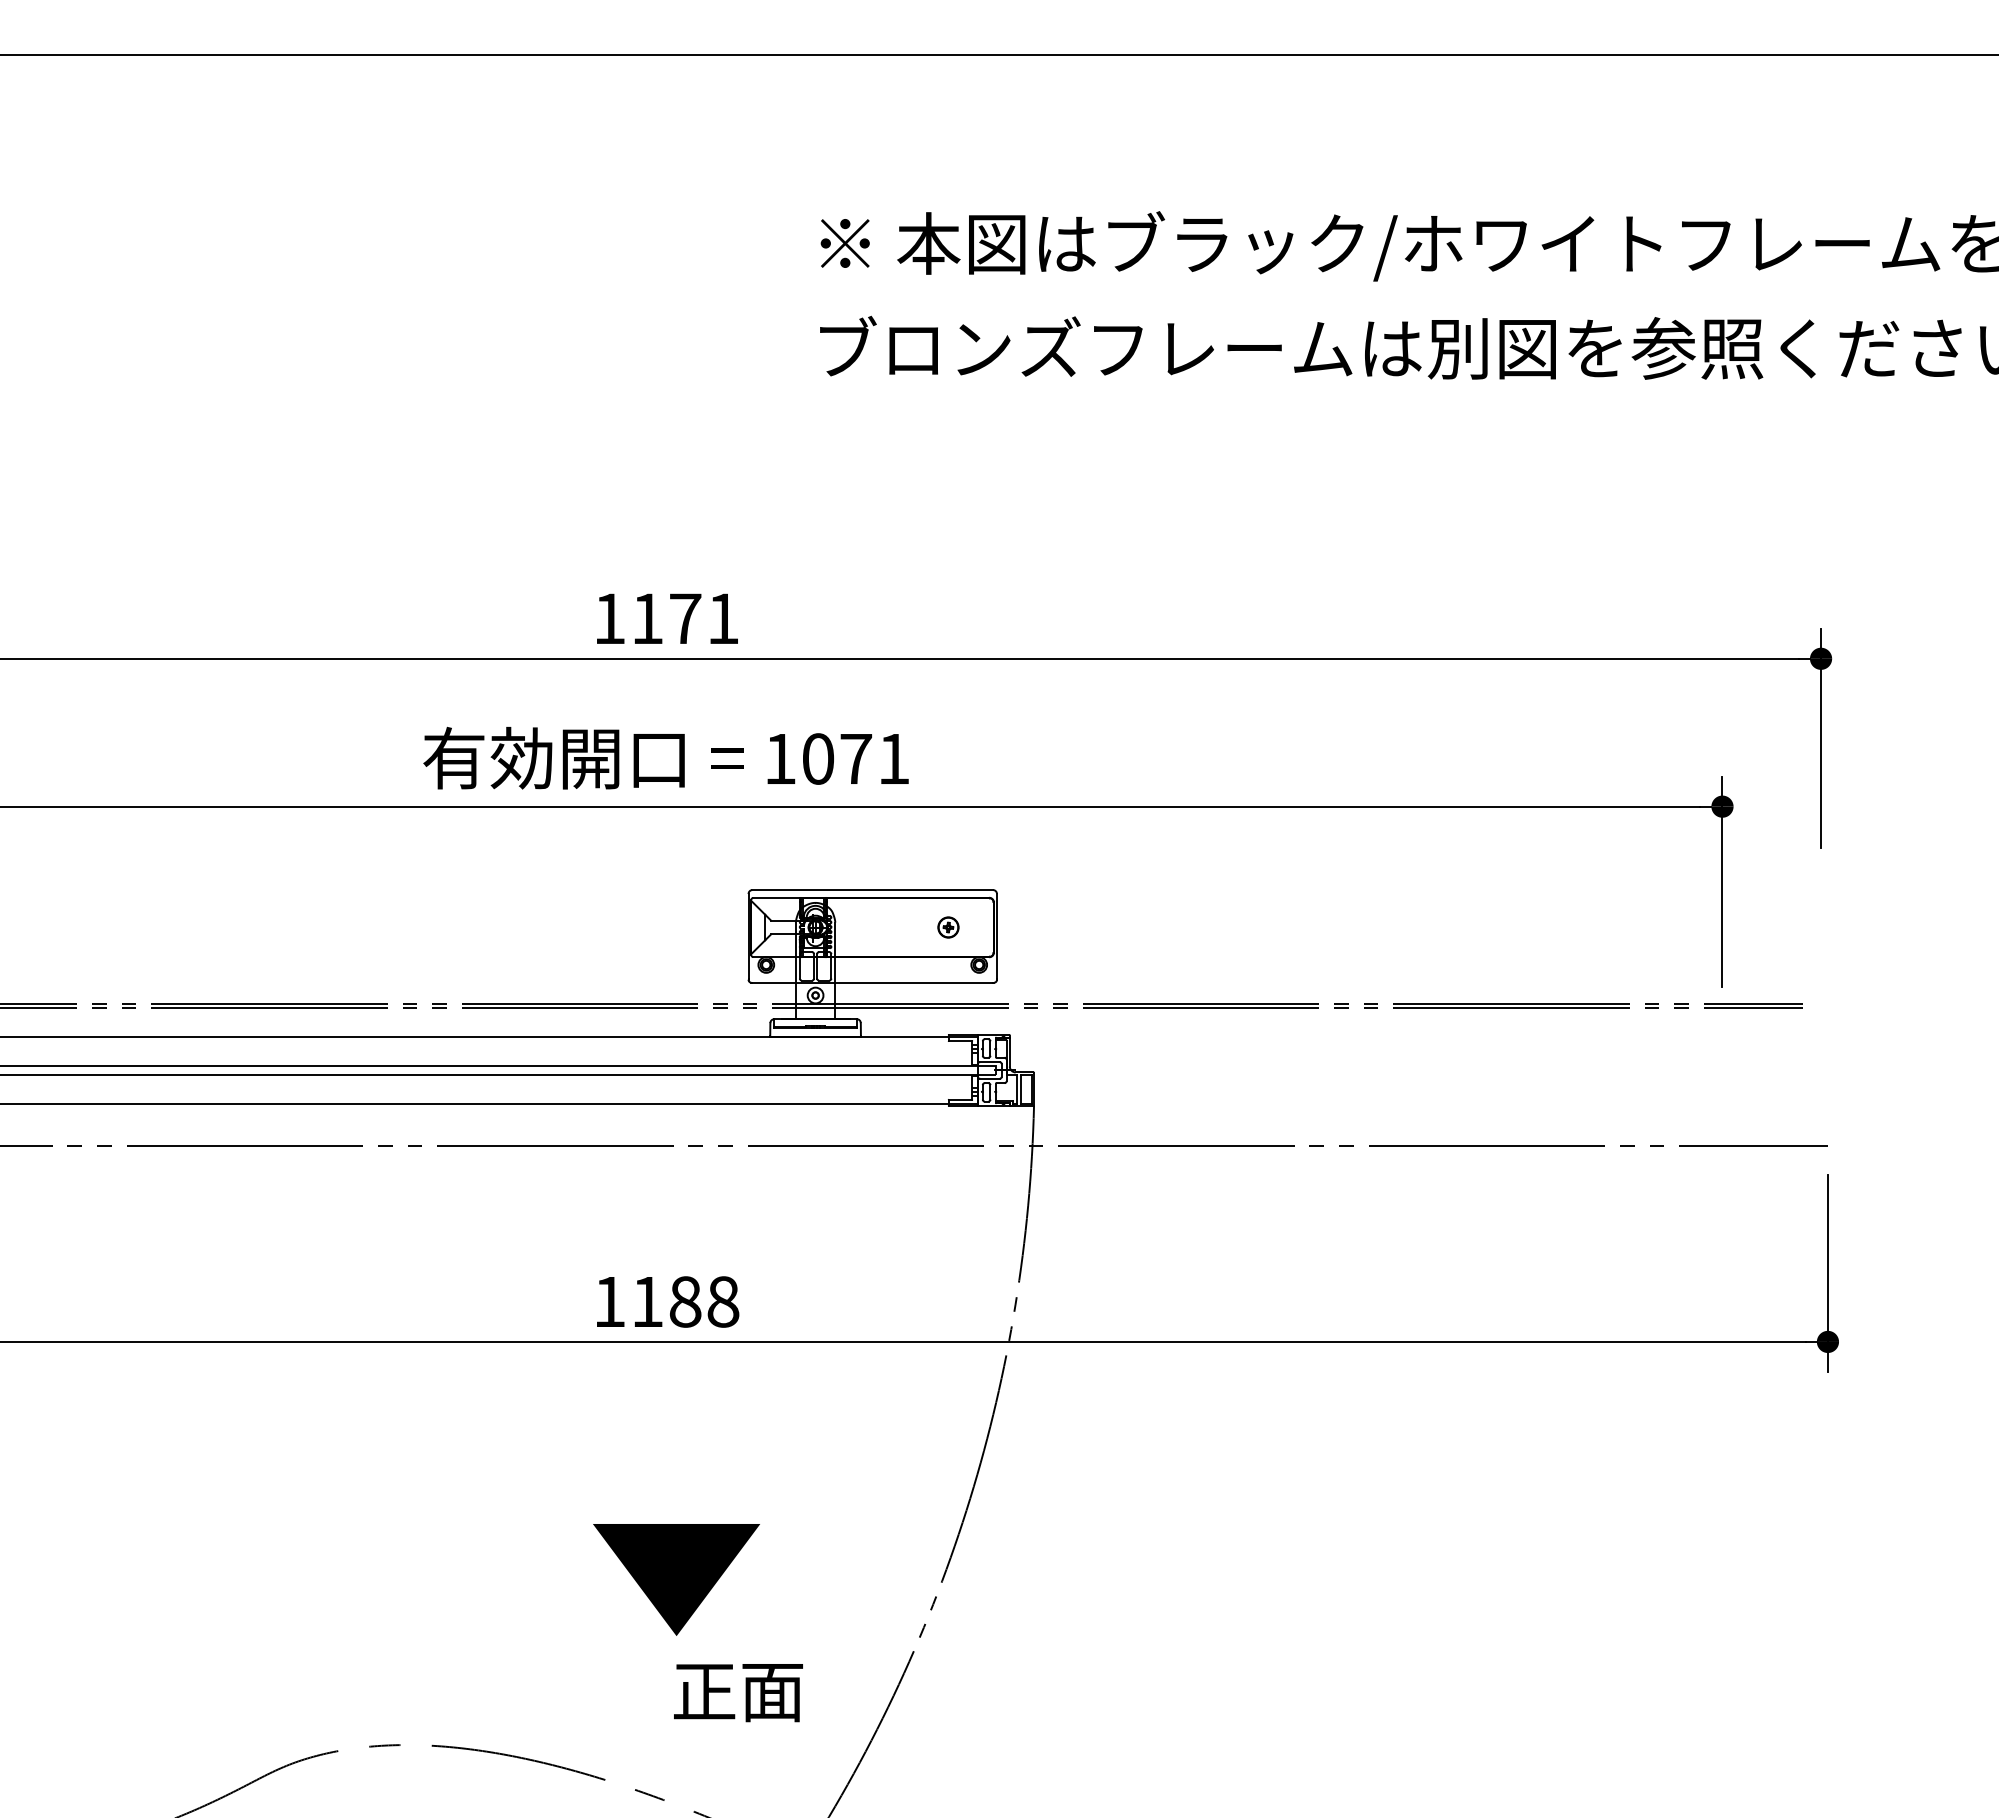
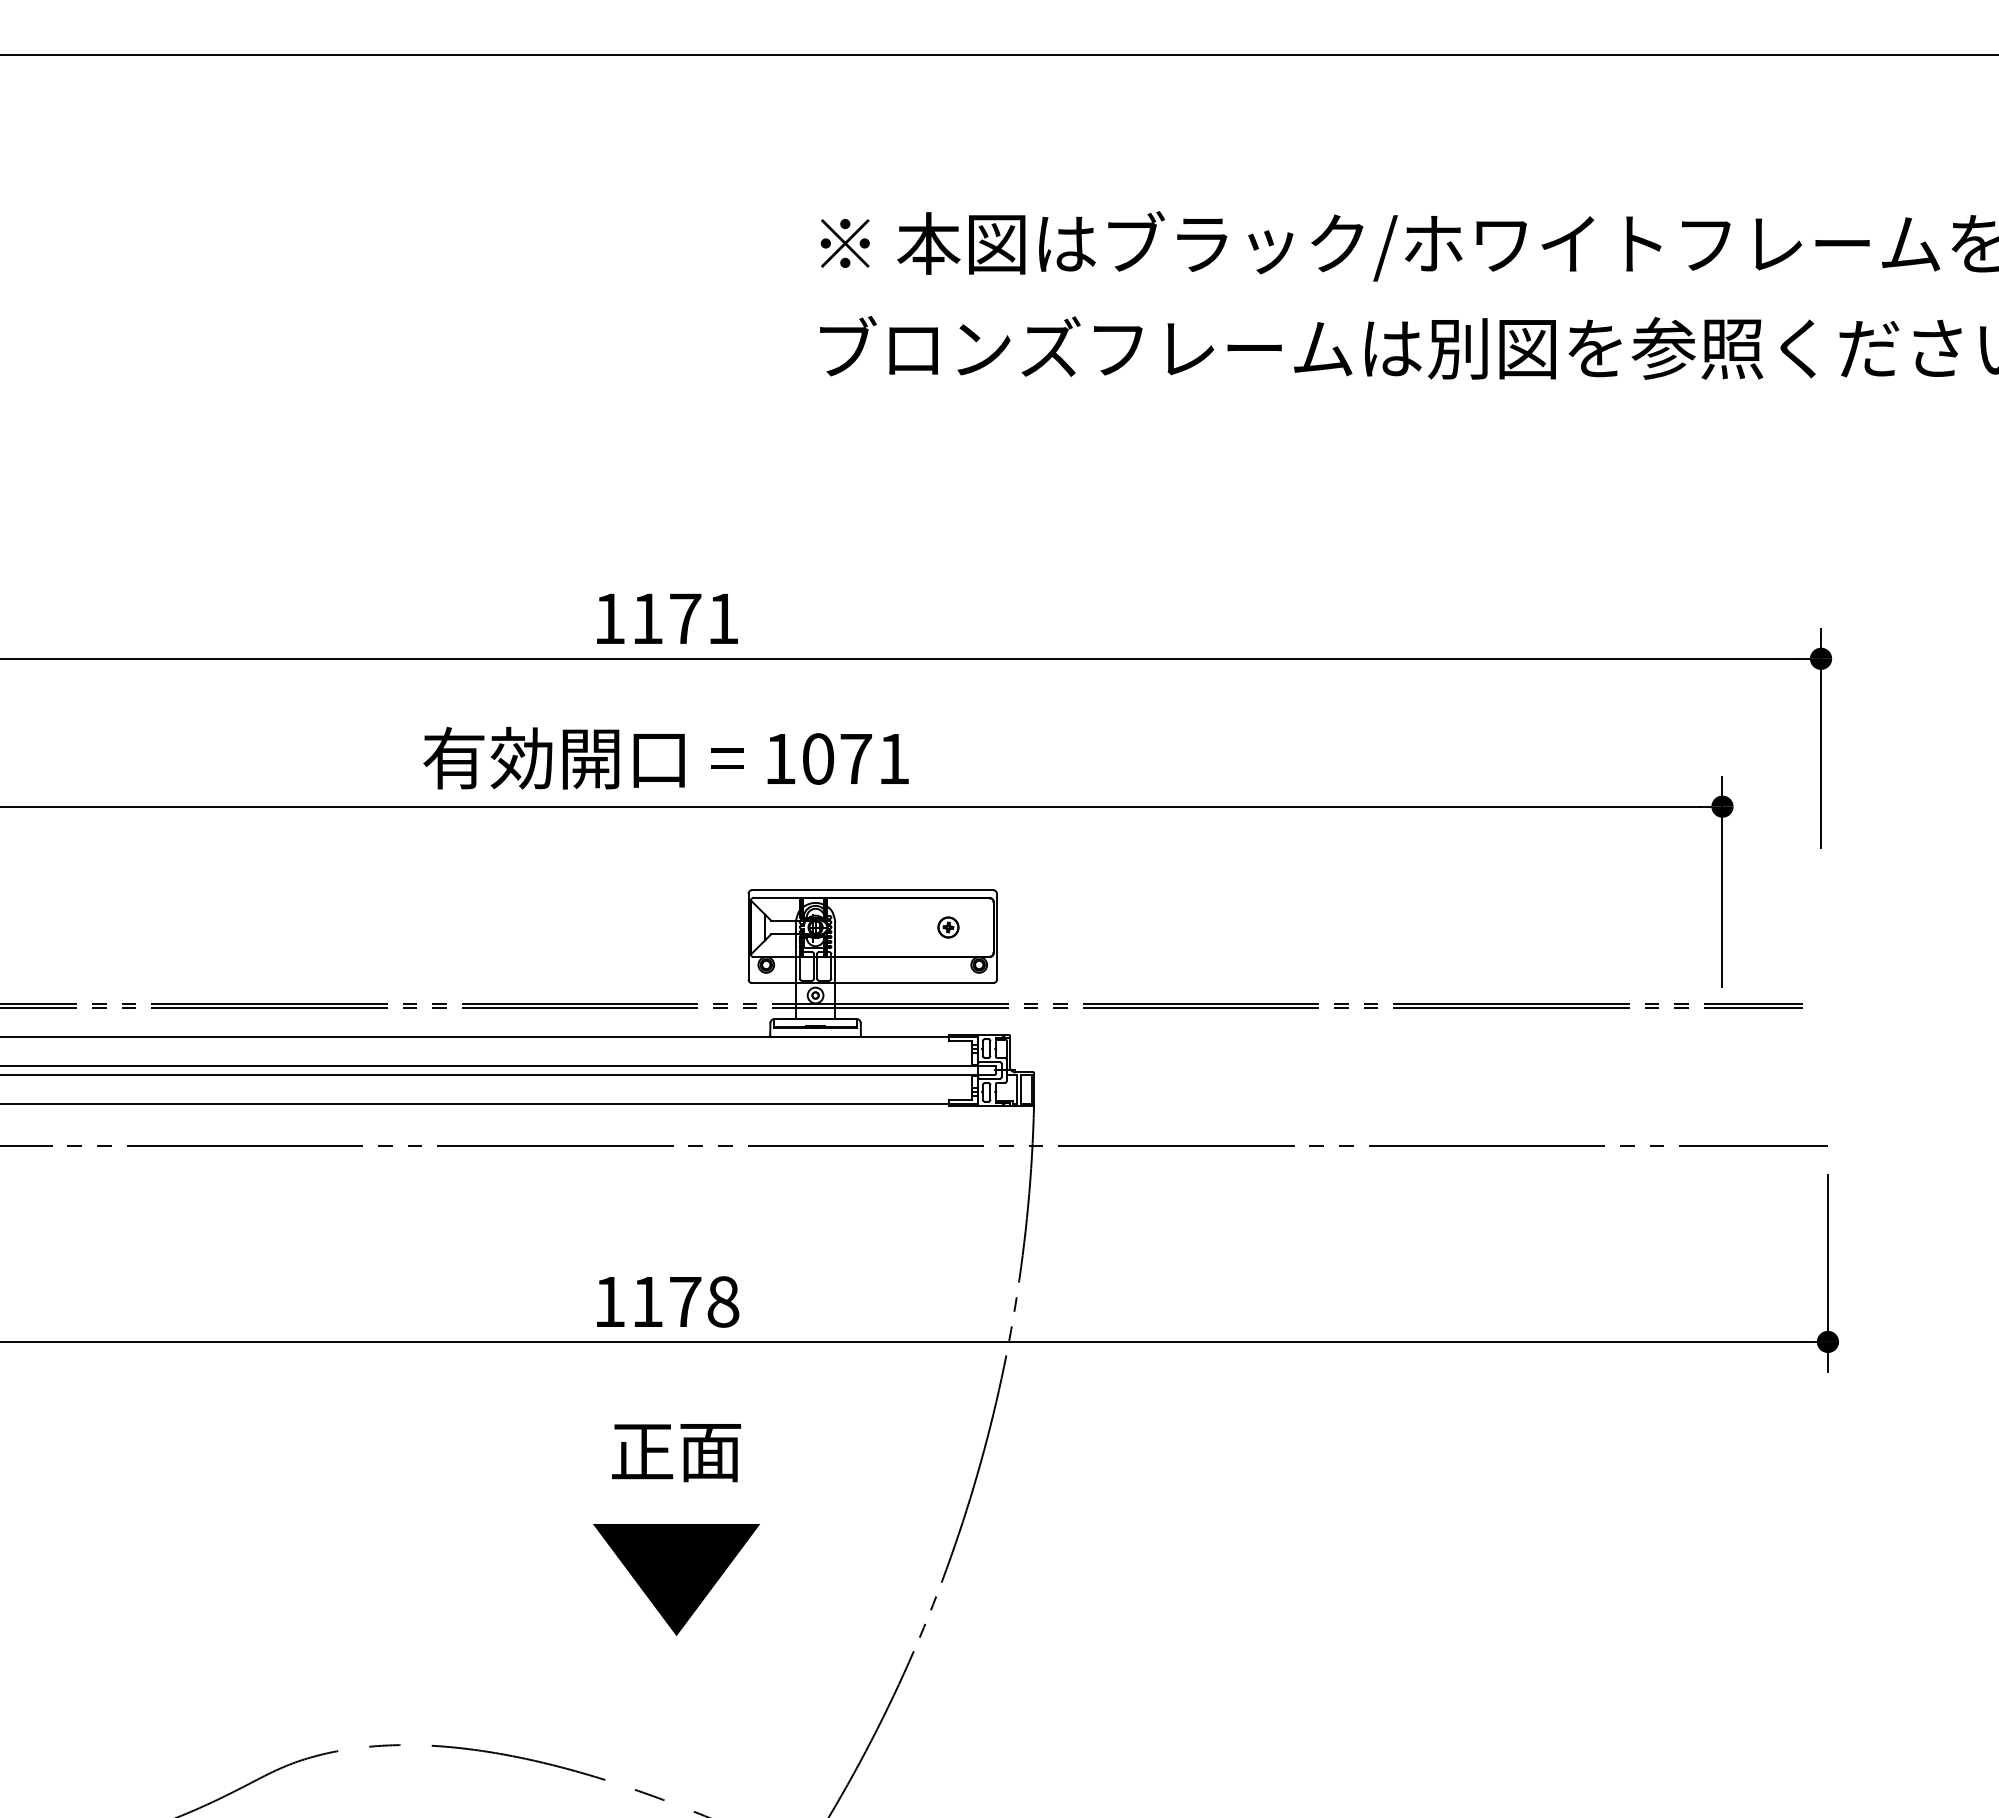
text at (685, 1301): 1188 -> 1178
text at (738, 1693) position: (738, 1693) -> (676, 1453)
